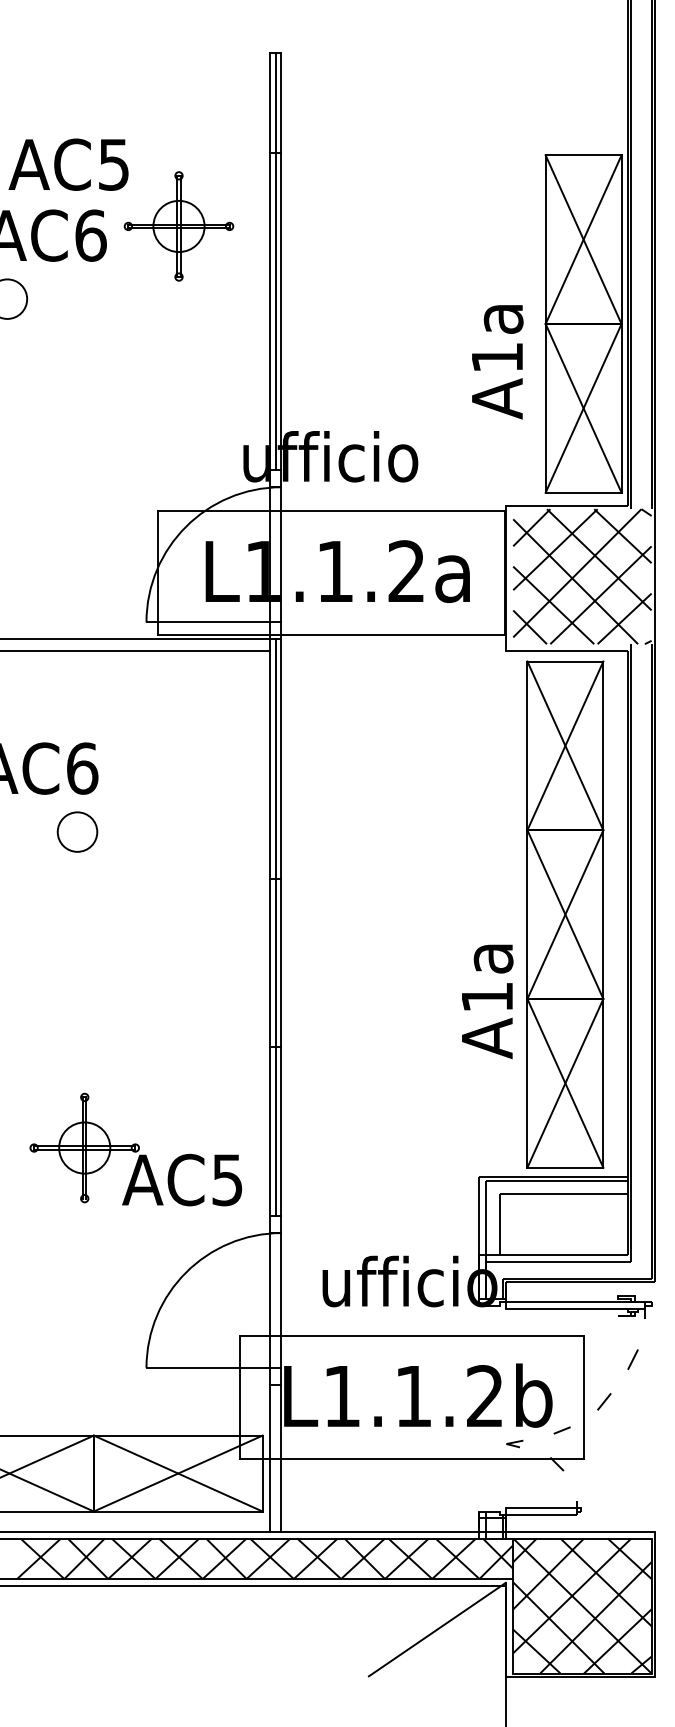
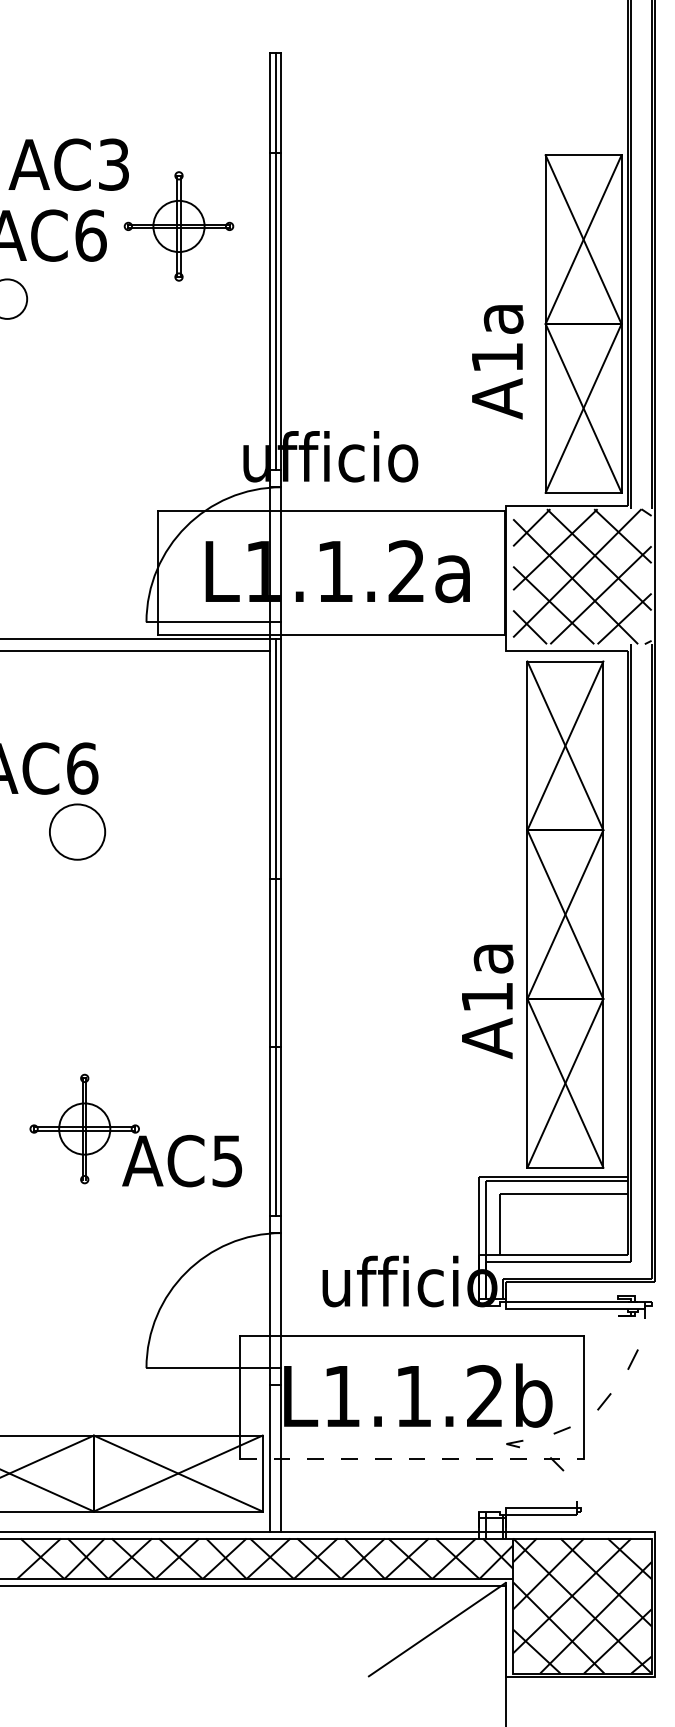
text at (113, 164): AC5 -> AC3
circle at (77, 831) diameter: 40 px -> 55 px
part at (135, 1149) position: (135, 1149) -> (135, 1130)
line at (412, 1459): solid -> dashed
